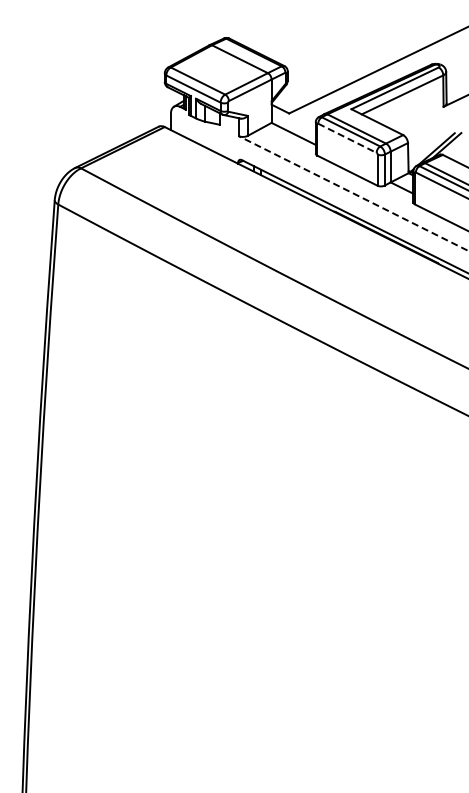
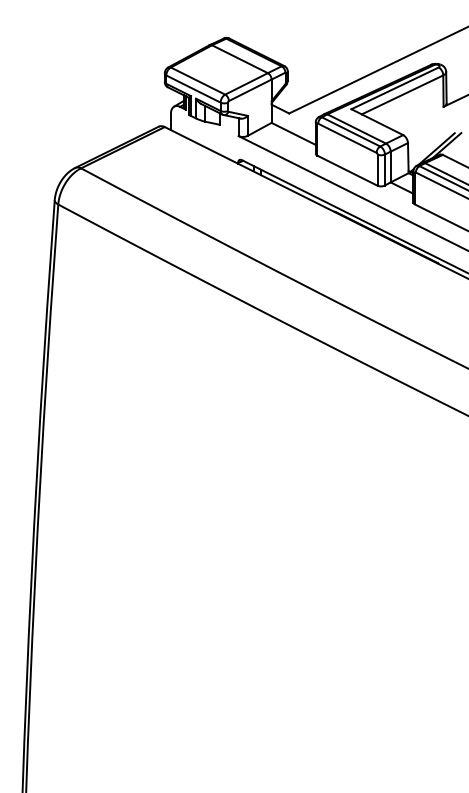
line at (347, 138): dashed -> solid
line at (353, 193): dashed -> solid
